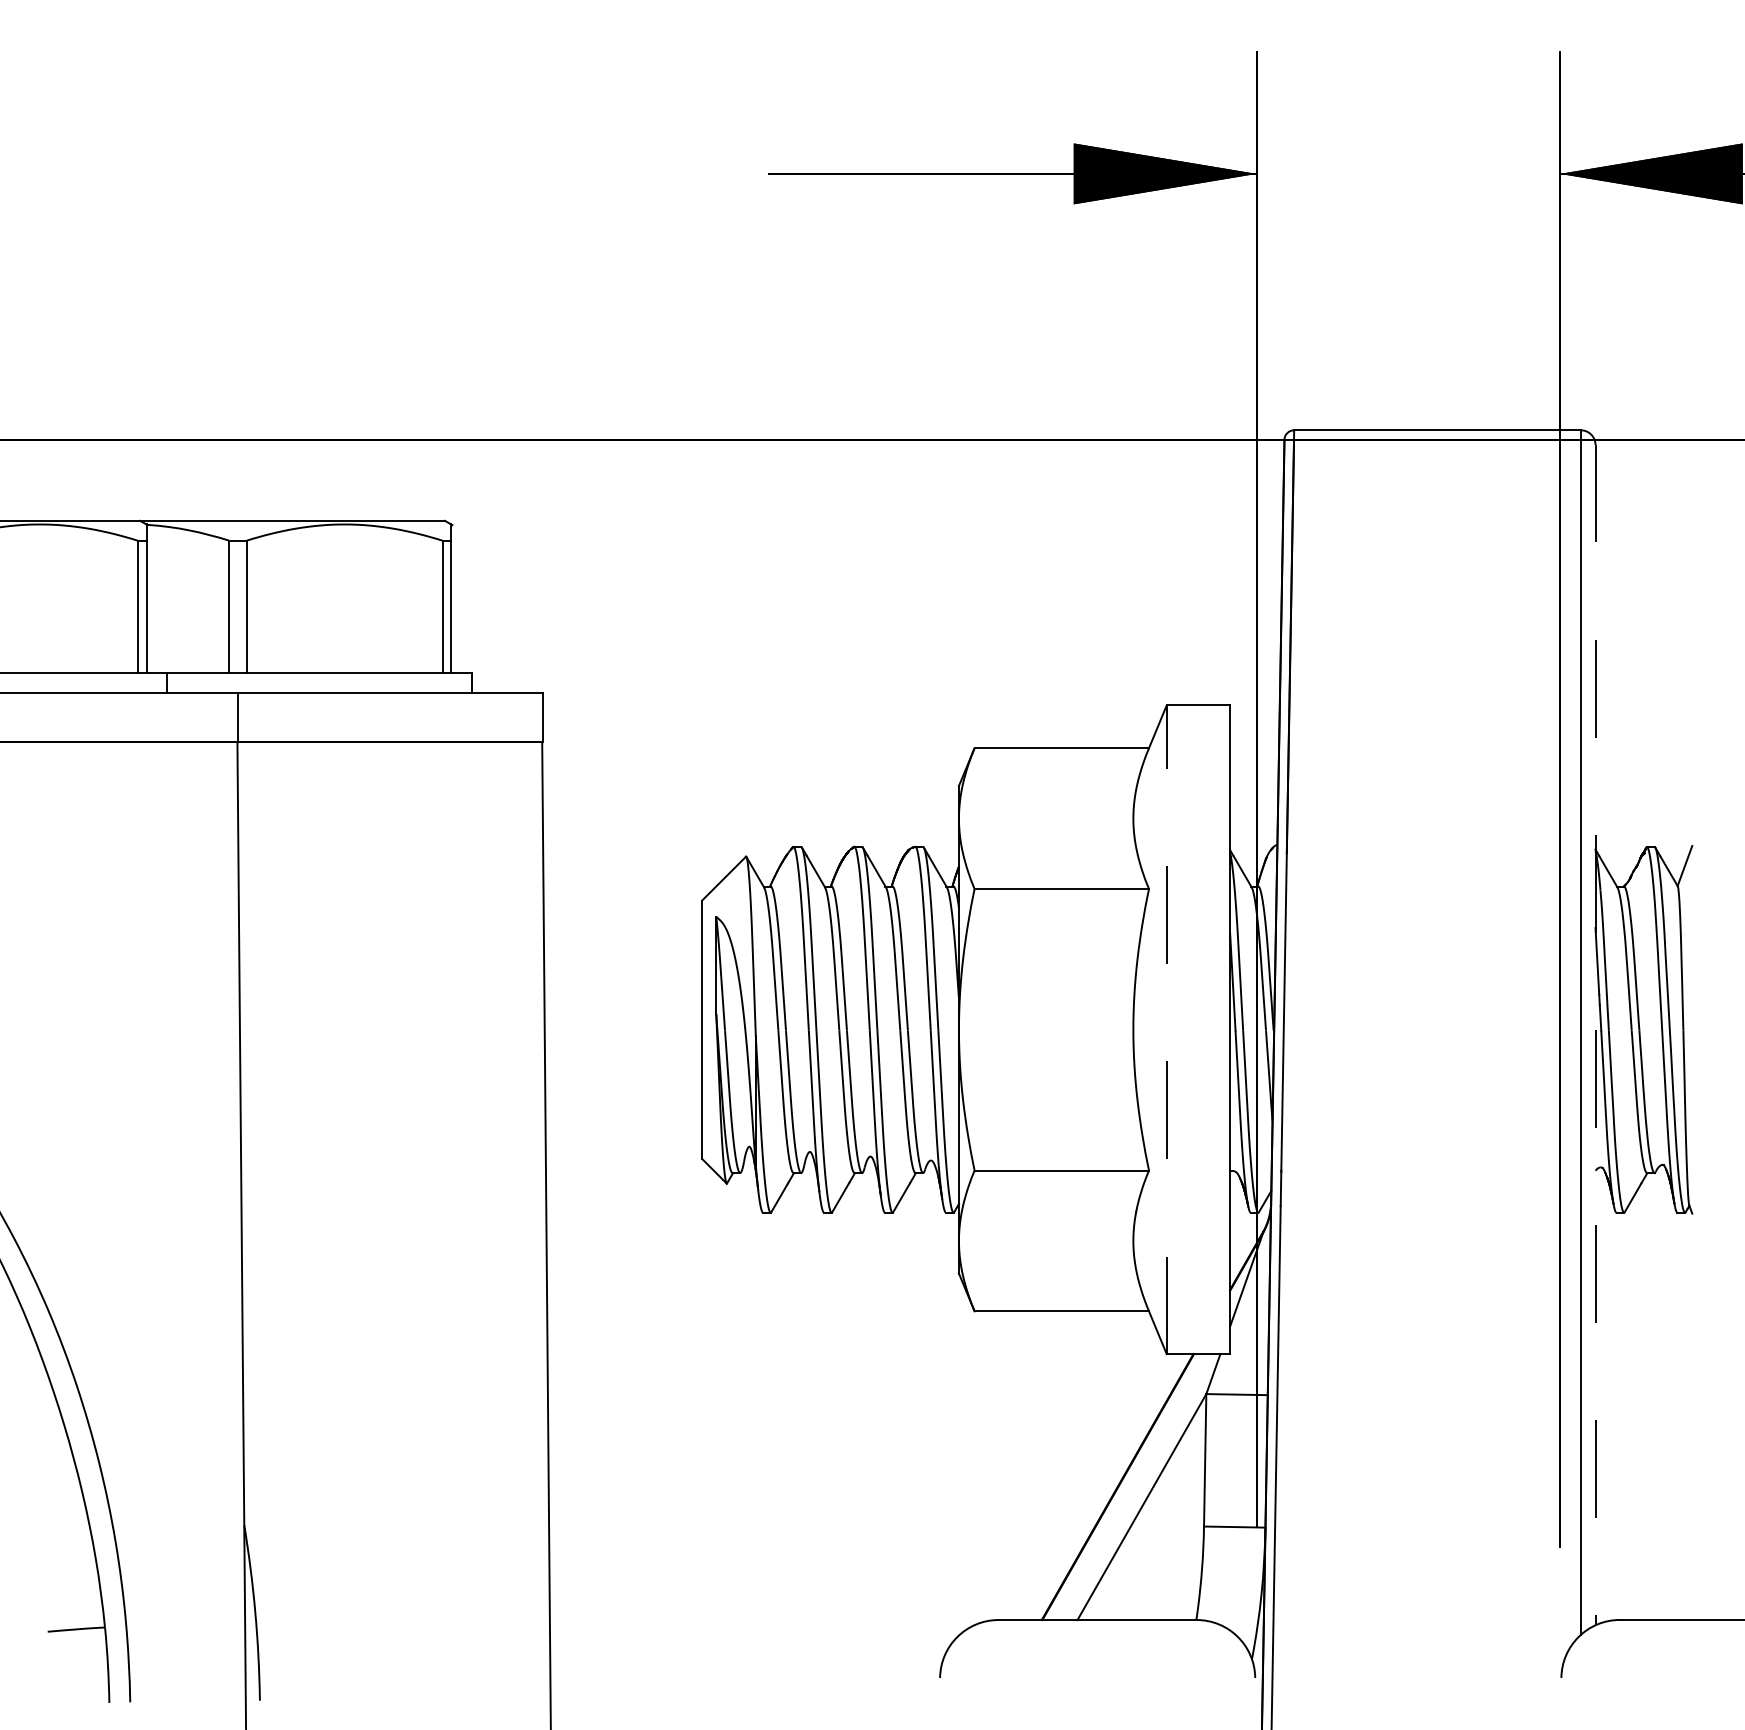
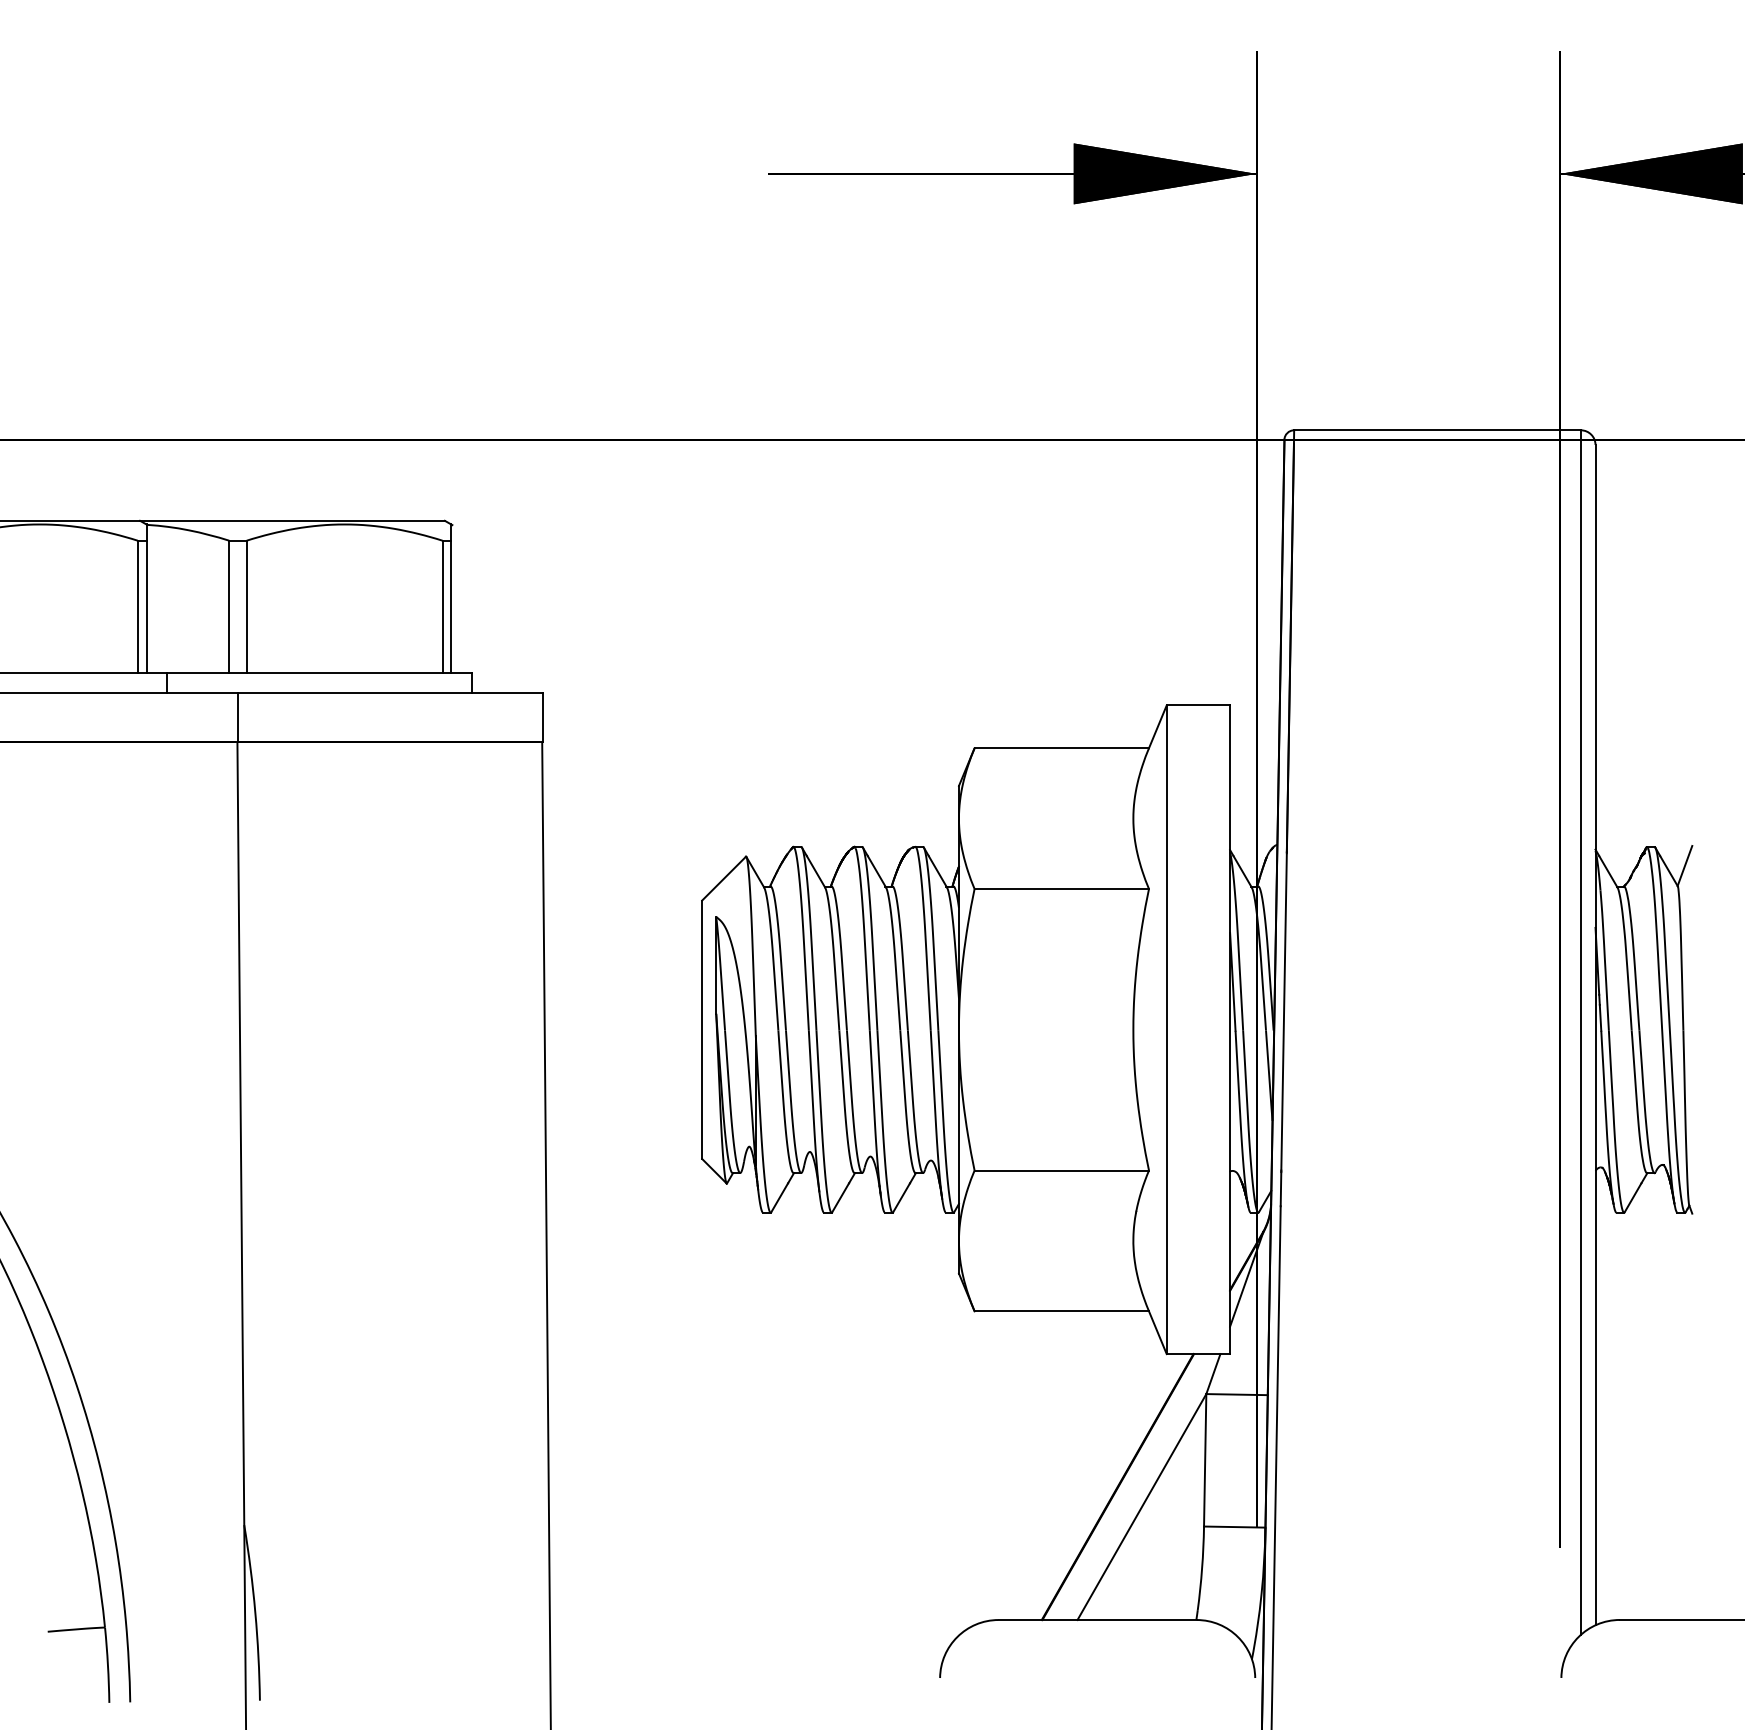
line at (1166, 1029): dashed -> solid
line at (1595, 1035): dashed -> solid
